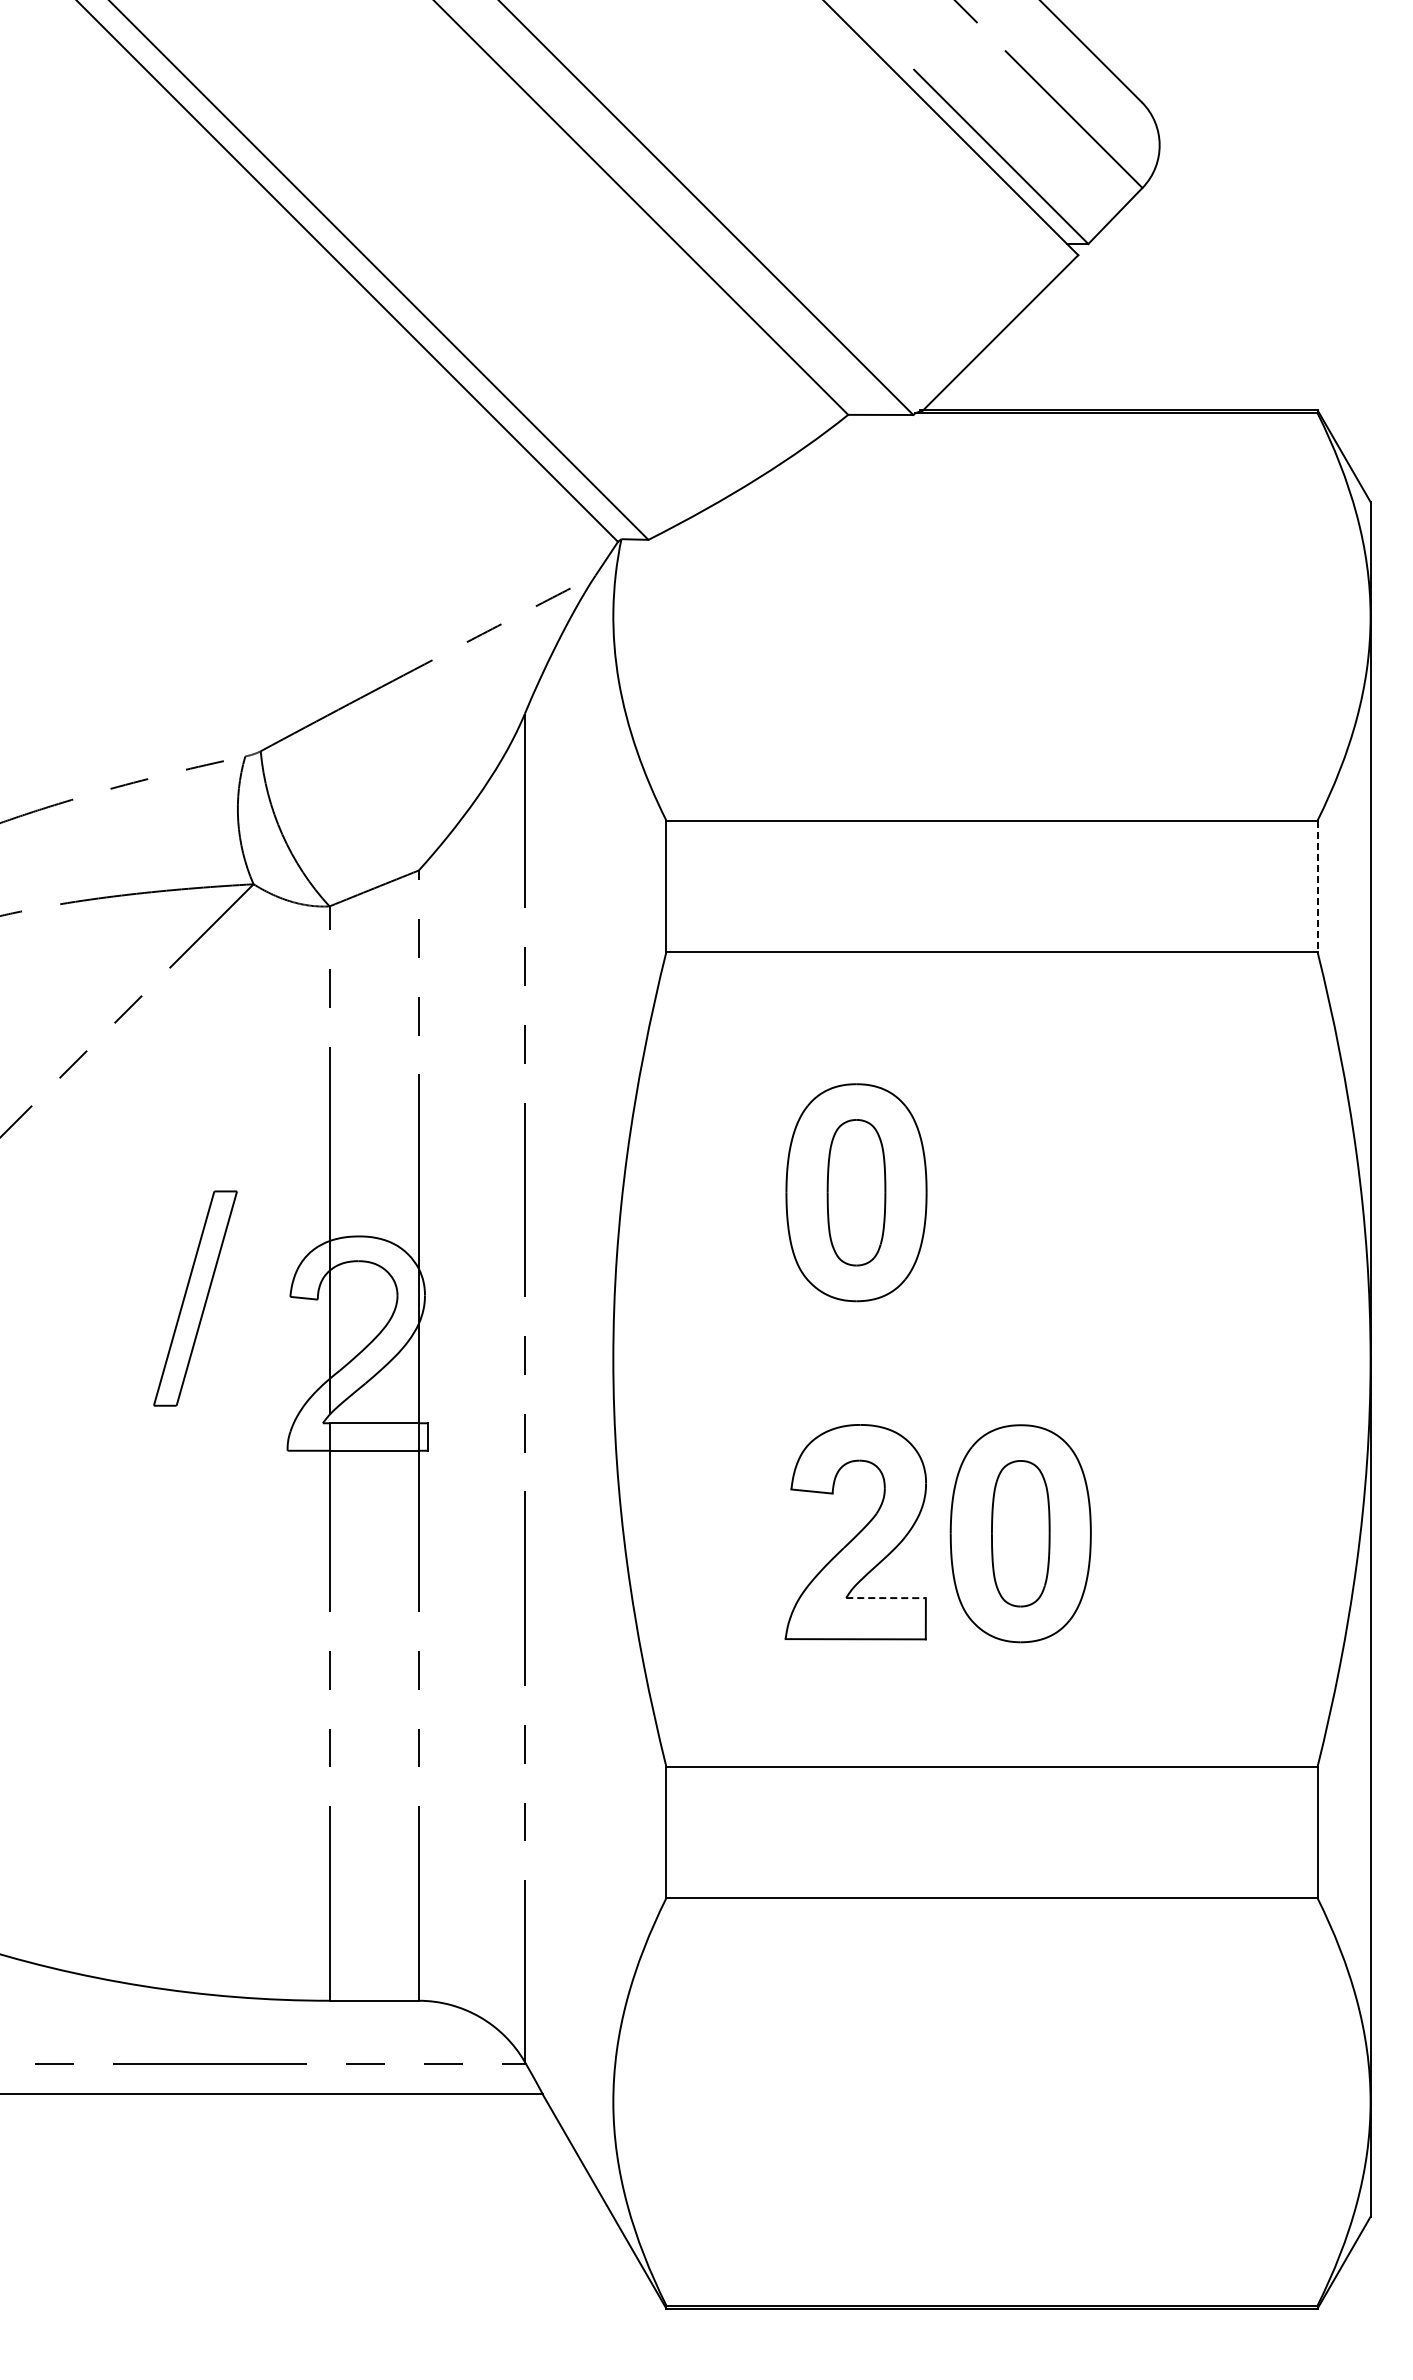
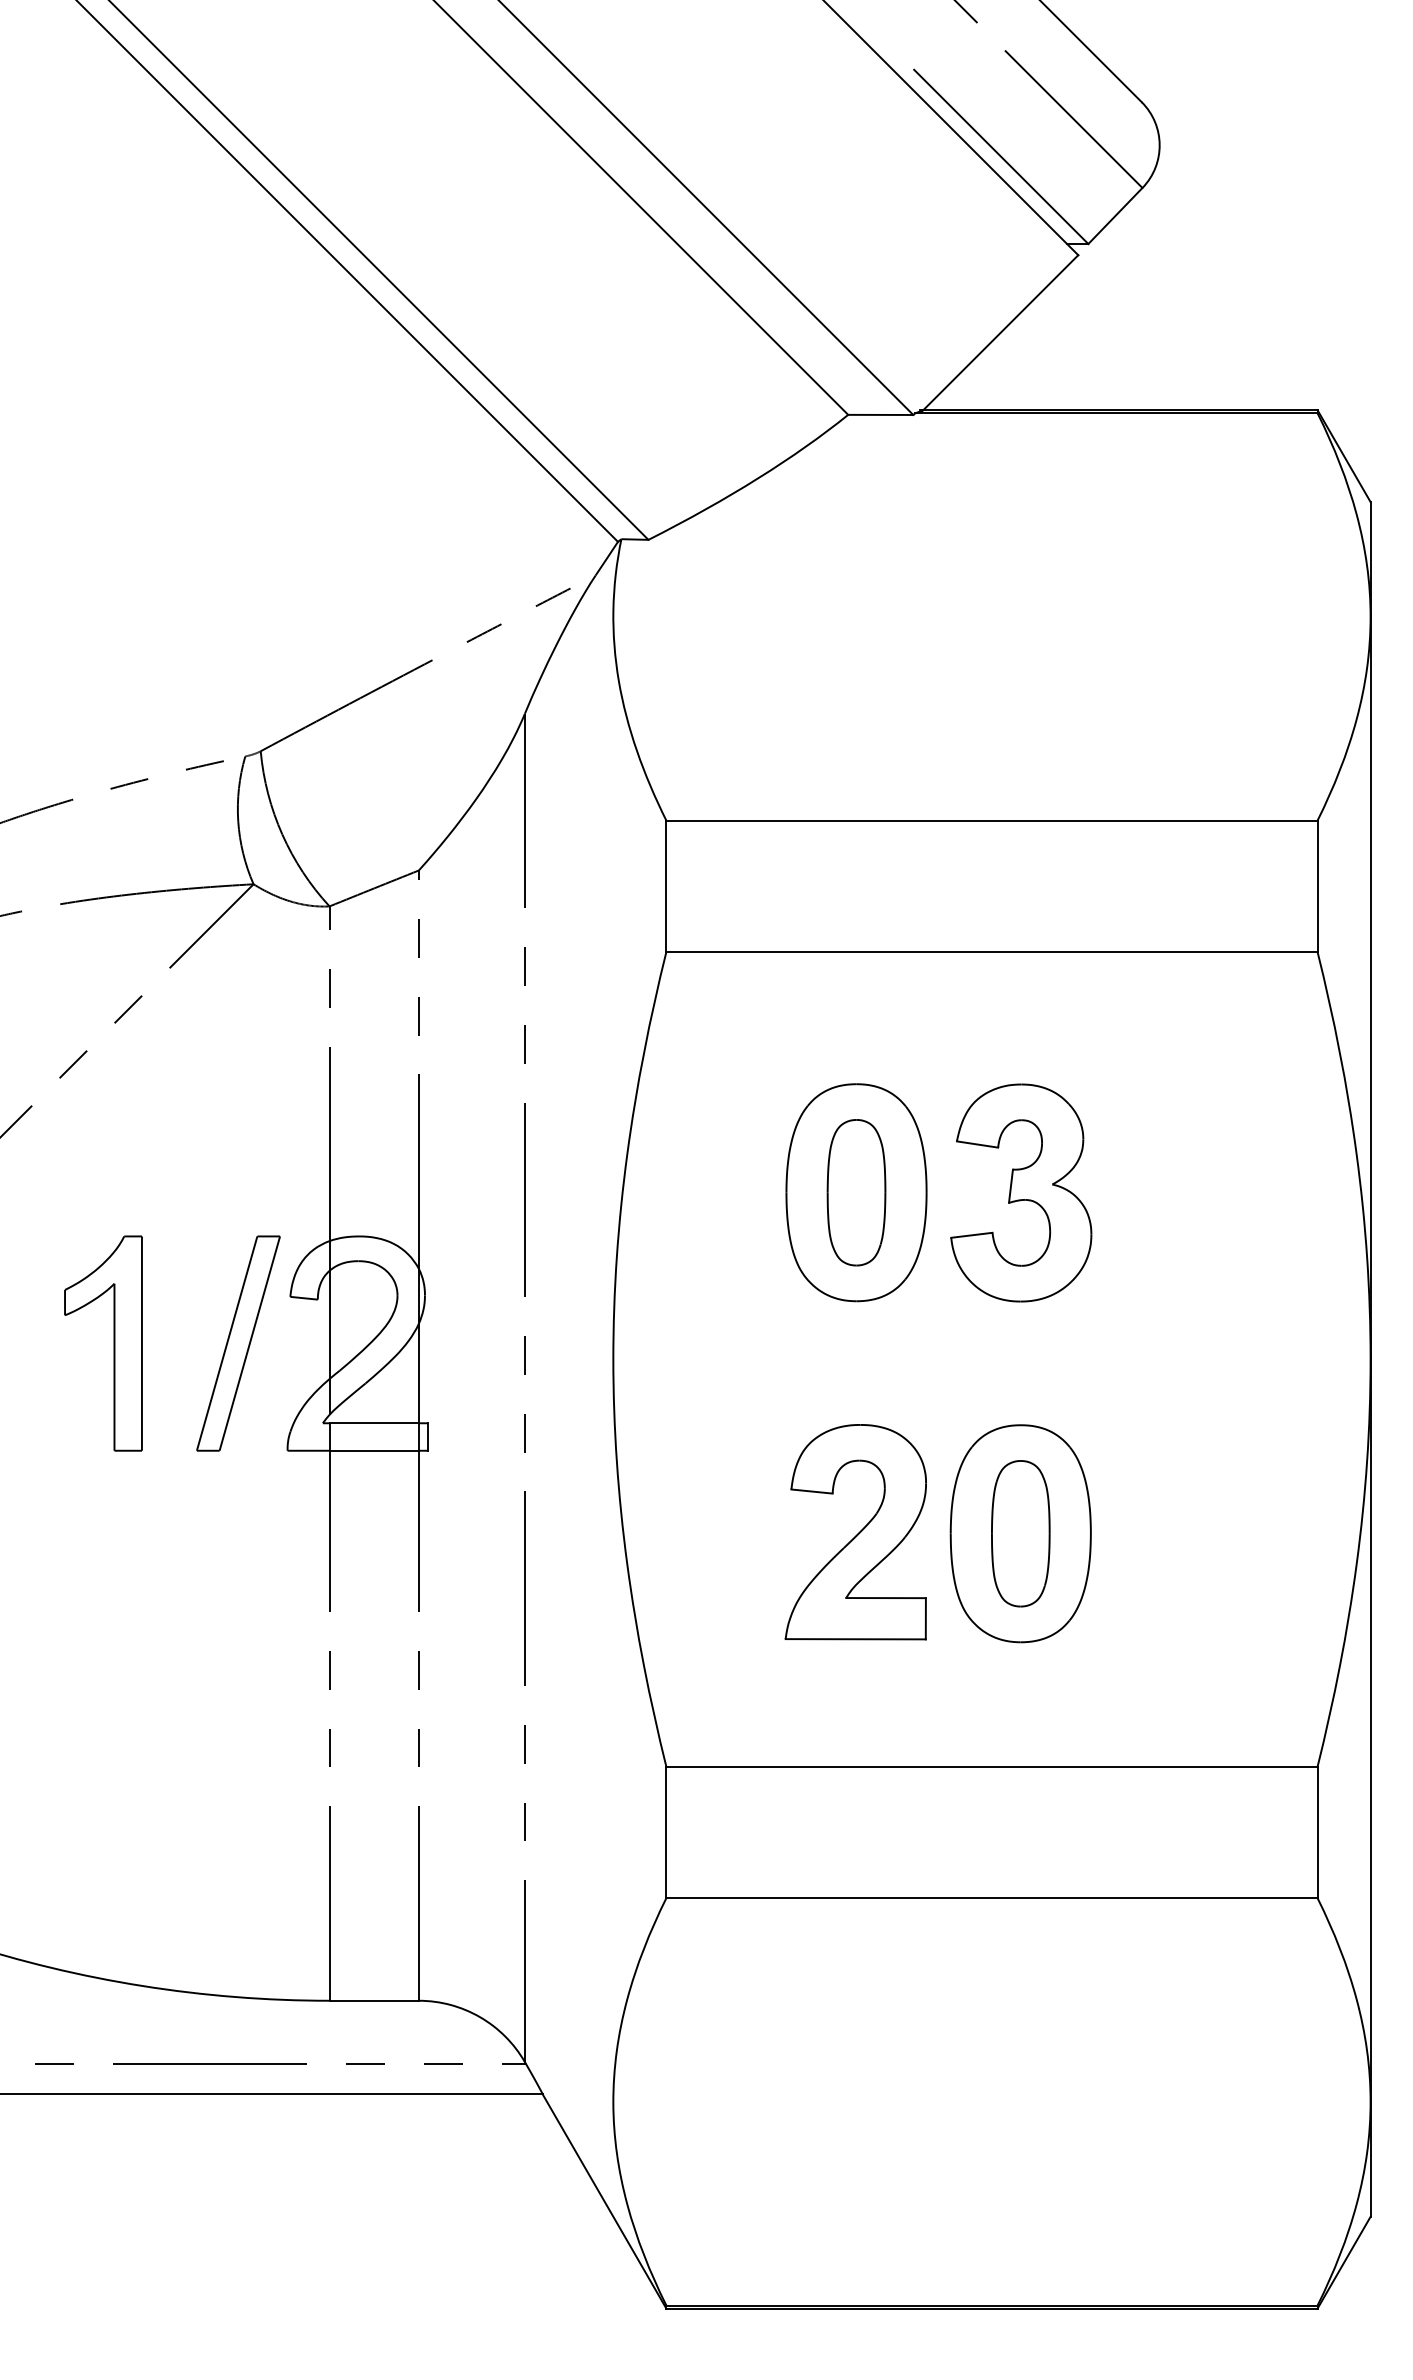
line at (1317, 886): dashed -> solid
part at (1021, 1192): none -> present
part at (195, 1298) position: (195, 1298) -> (238, 1343)
part at (113, 1343): none -> present
line at (886, 1598): dashed -> solid
